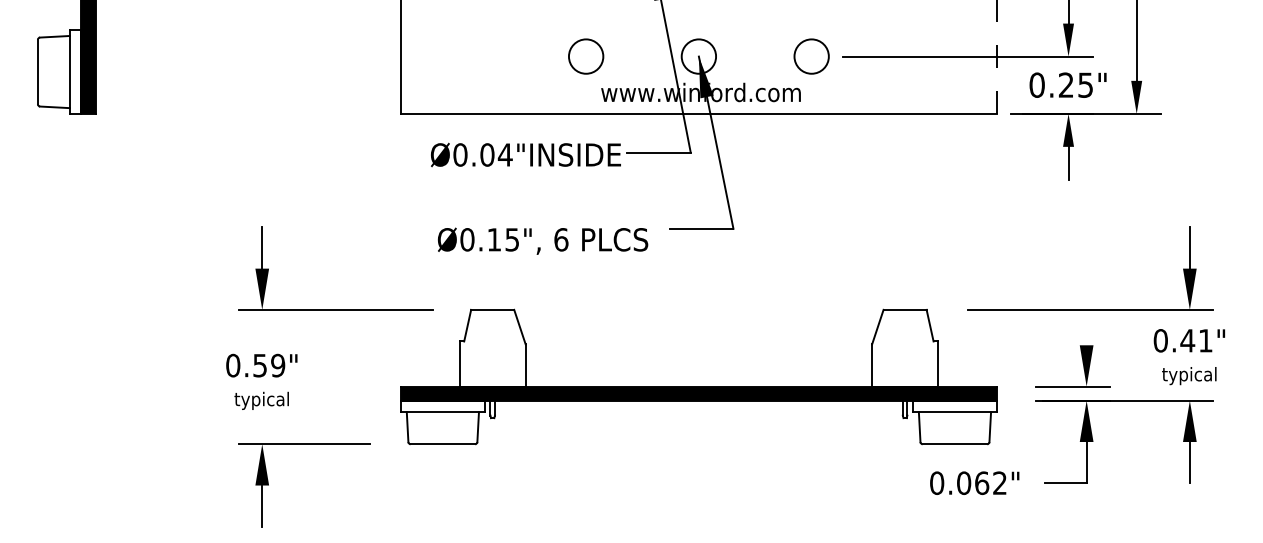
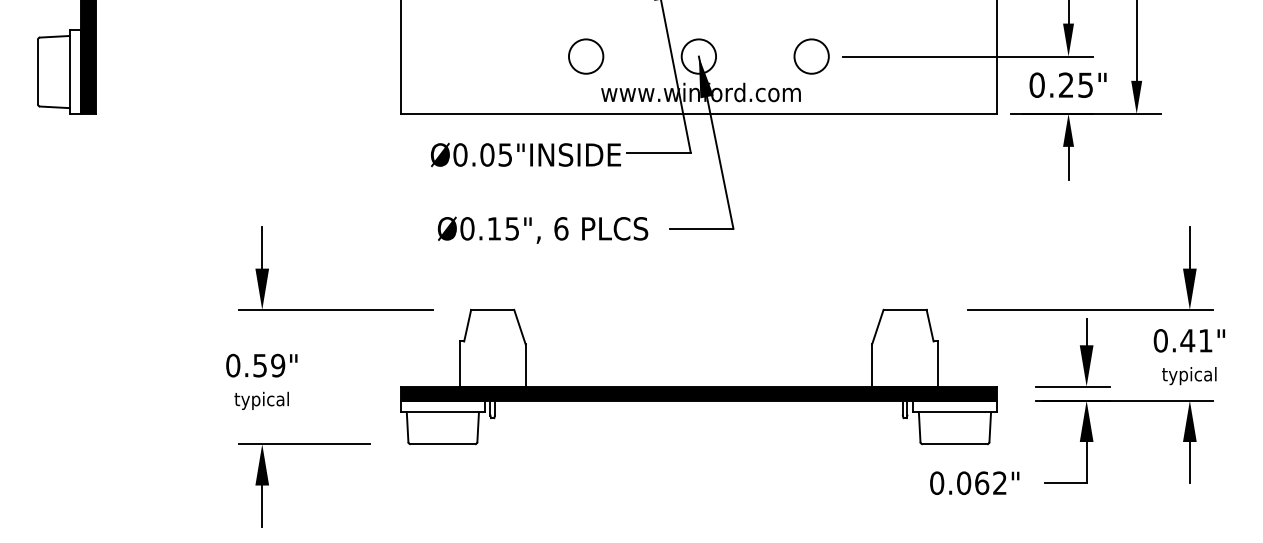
line at (996, 56): dashed -> solid
text at (504, 154): Ø0.04"INSIDE -> Ø0.05"INSIDE
text at (542, 240) position: (542, 240) -> (542, 229)
line at (1086, 332): none -> present
